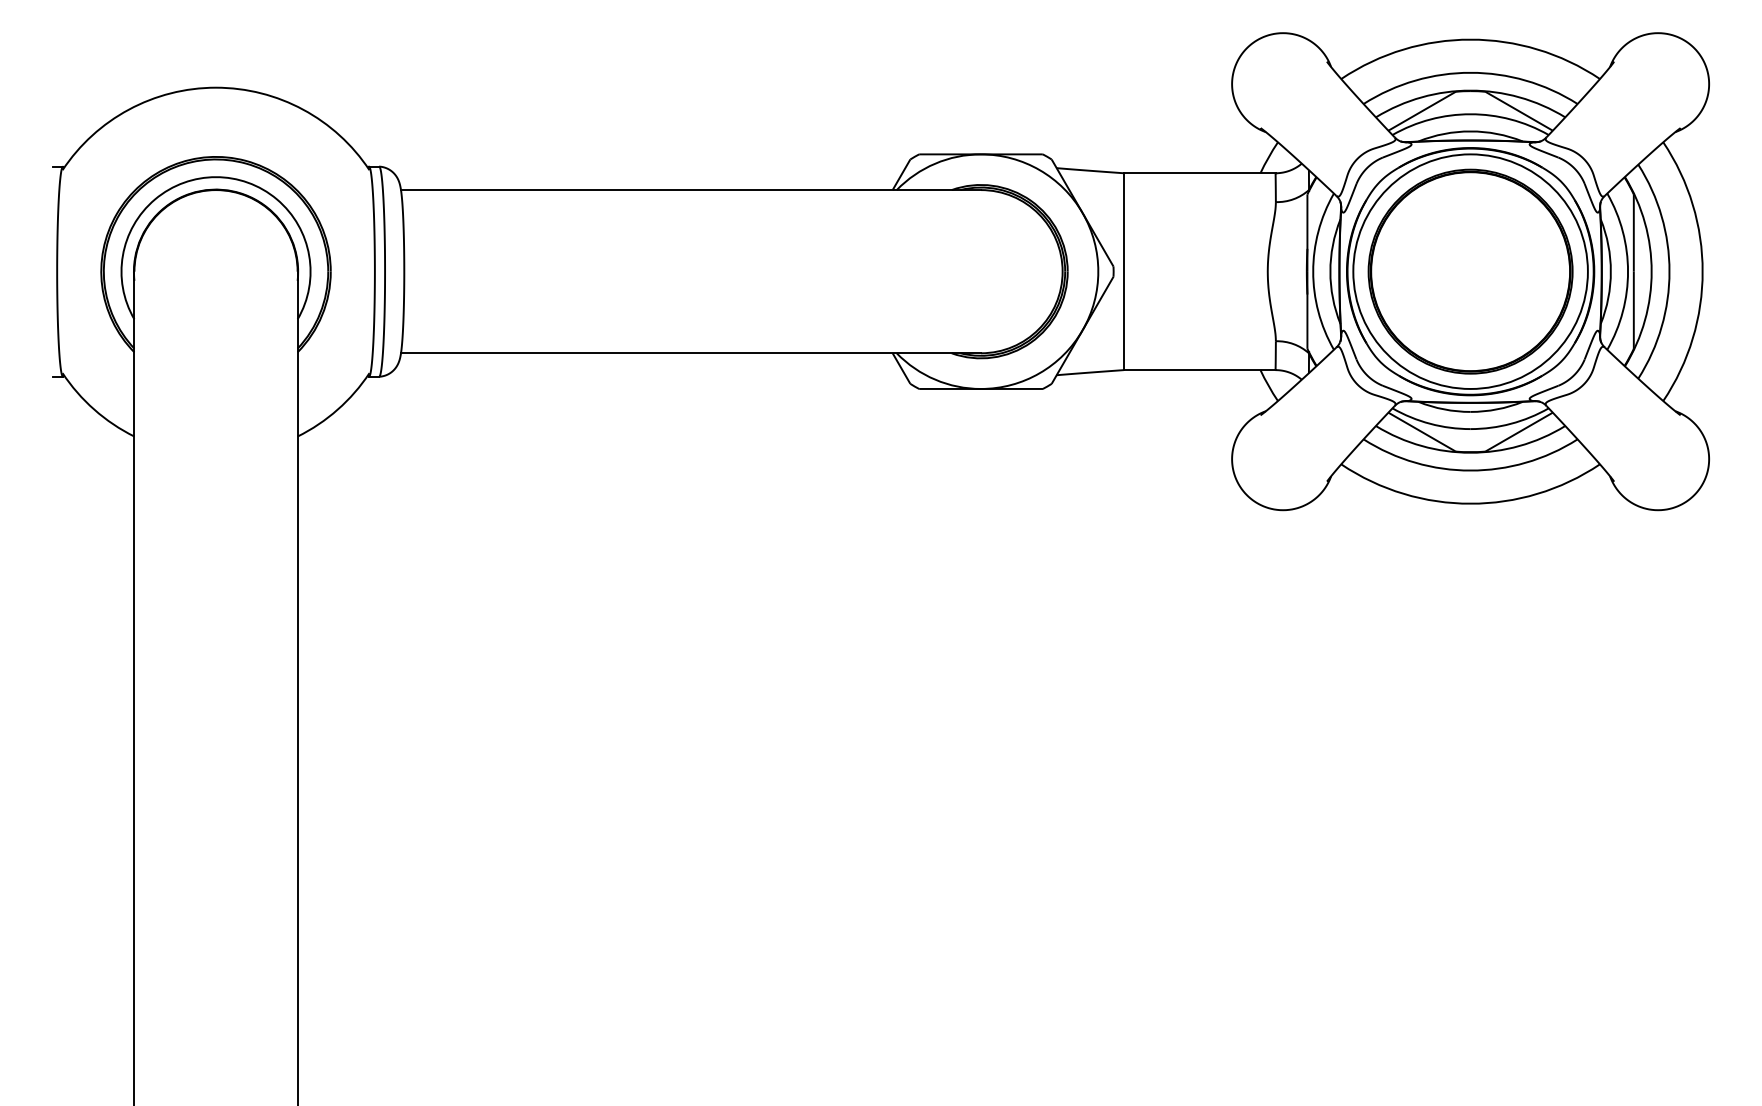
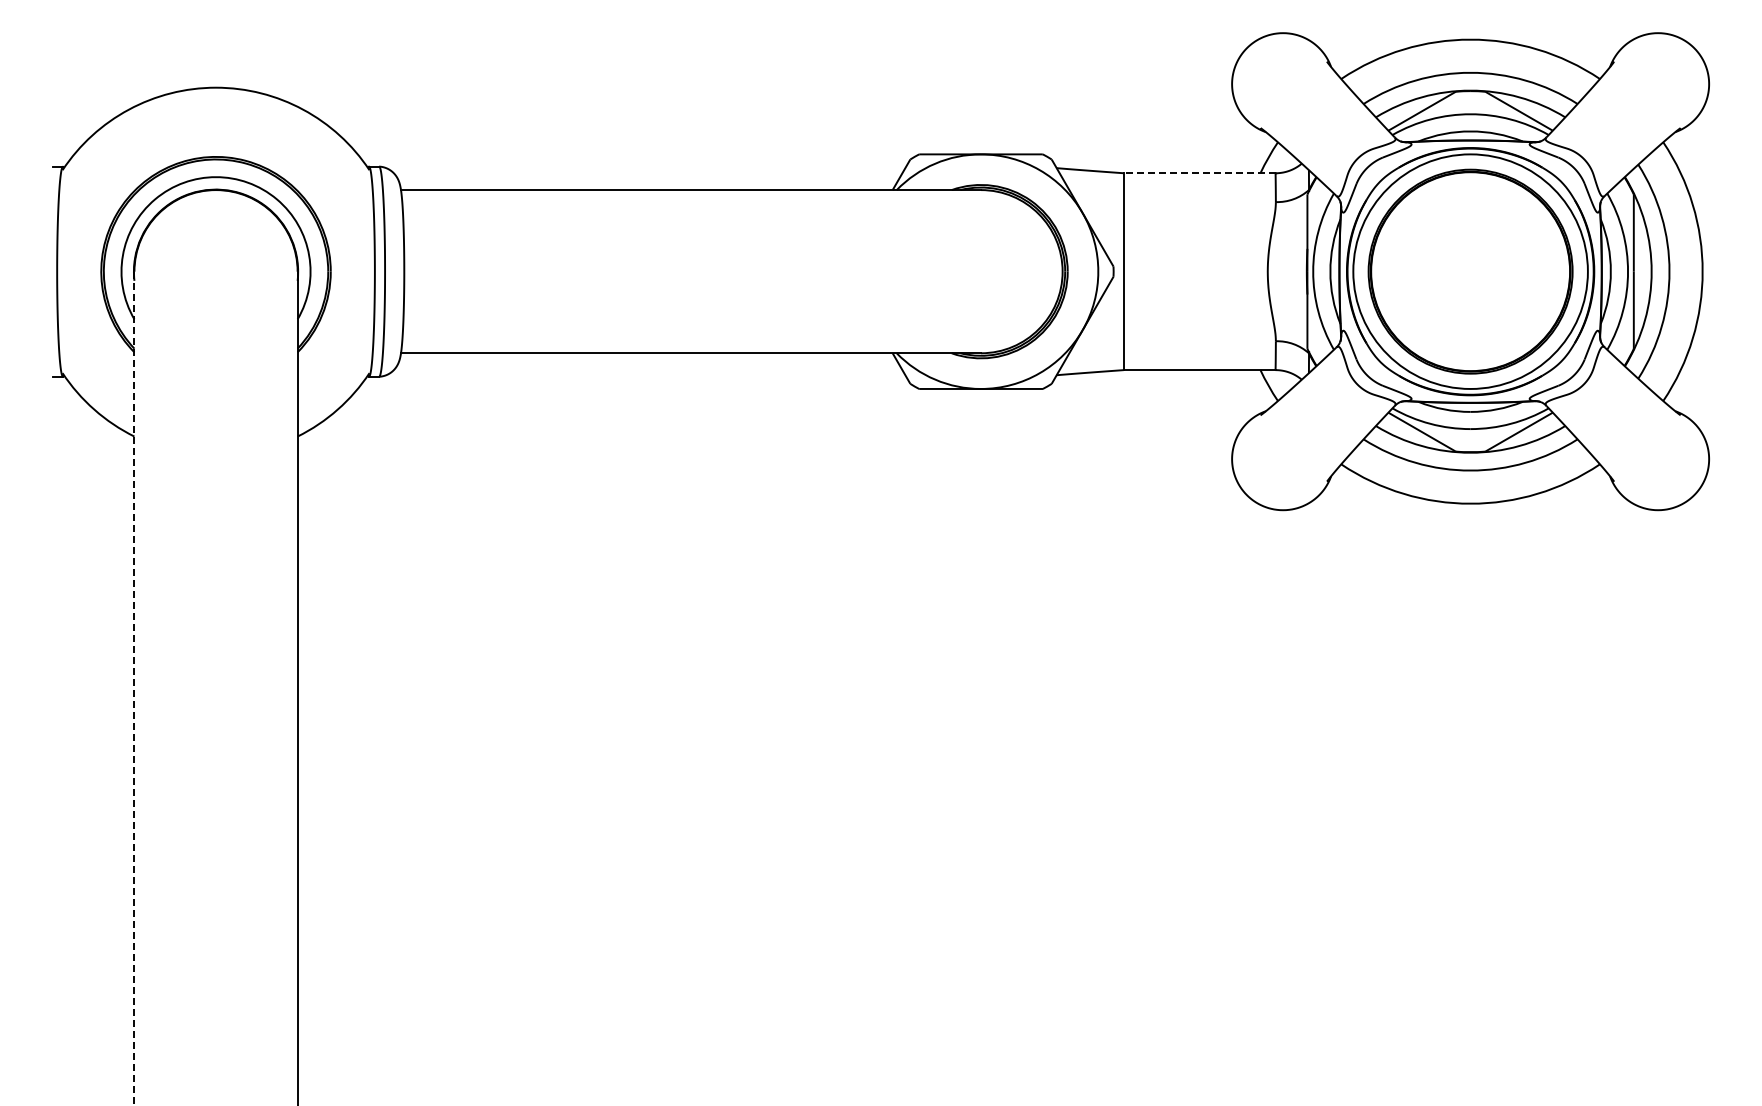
line at (1199, 173): solid -> dashed
line at (134, 688): solid -> dashed
